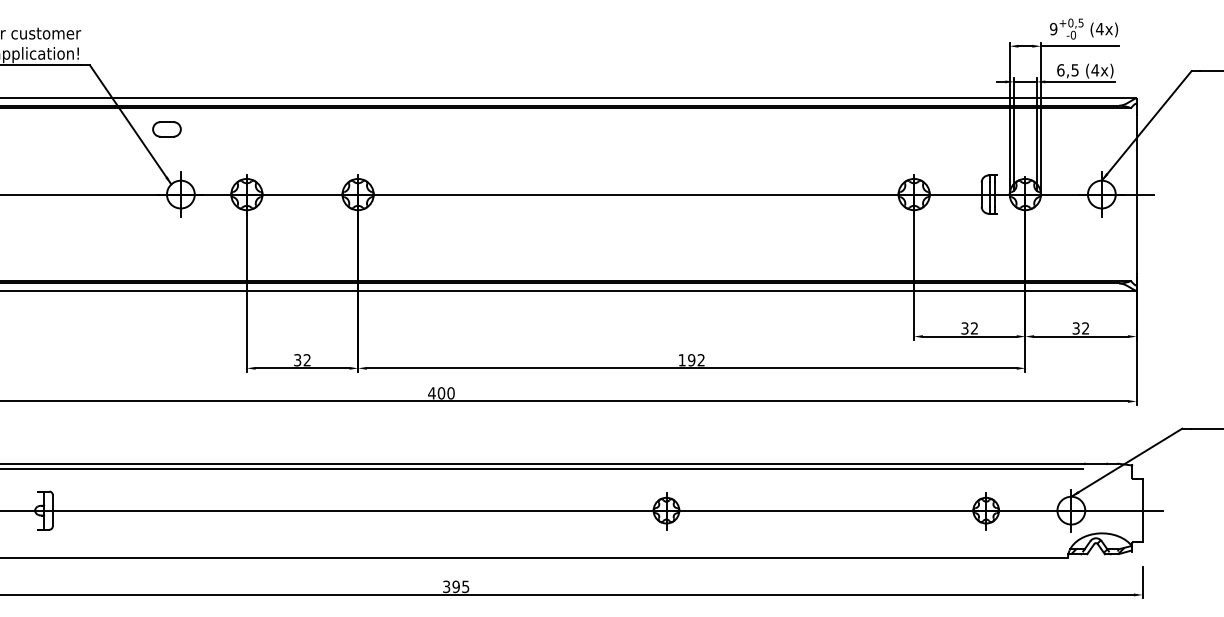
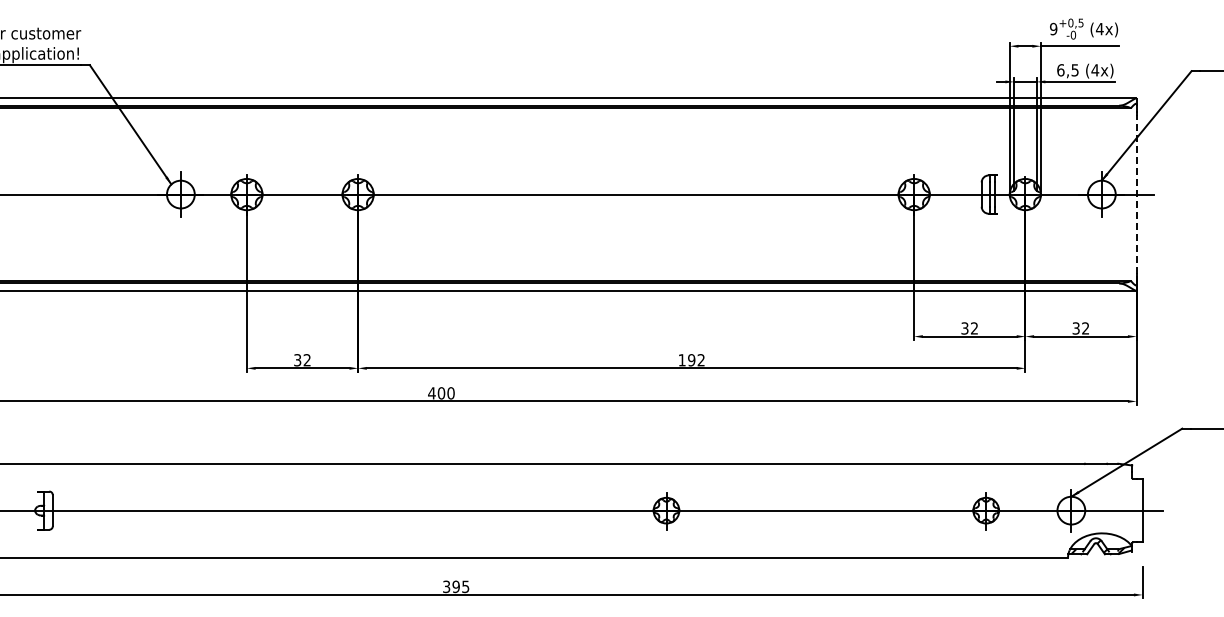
part at (166, 129): present -> none
line at (1136, 194): solid -> dashed
line at (542, 468): present -> none
